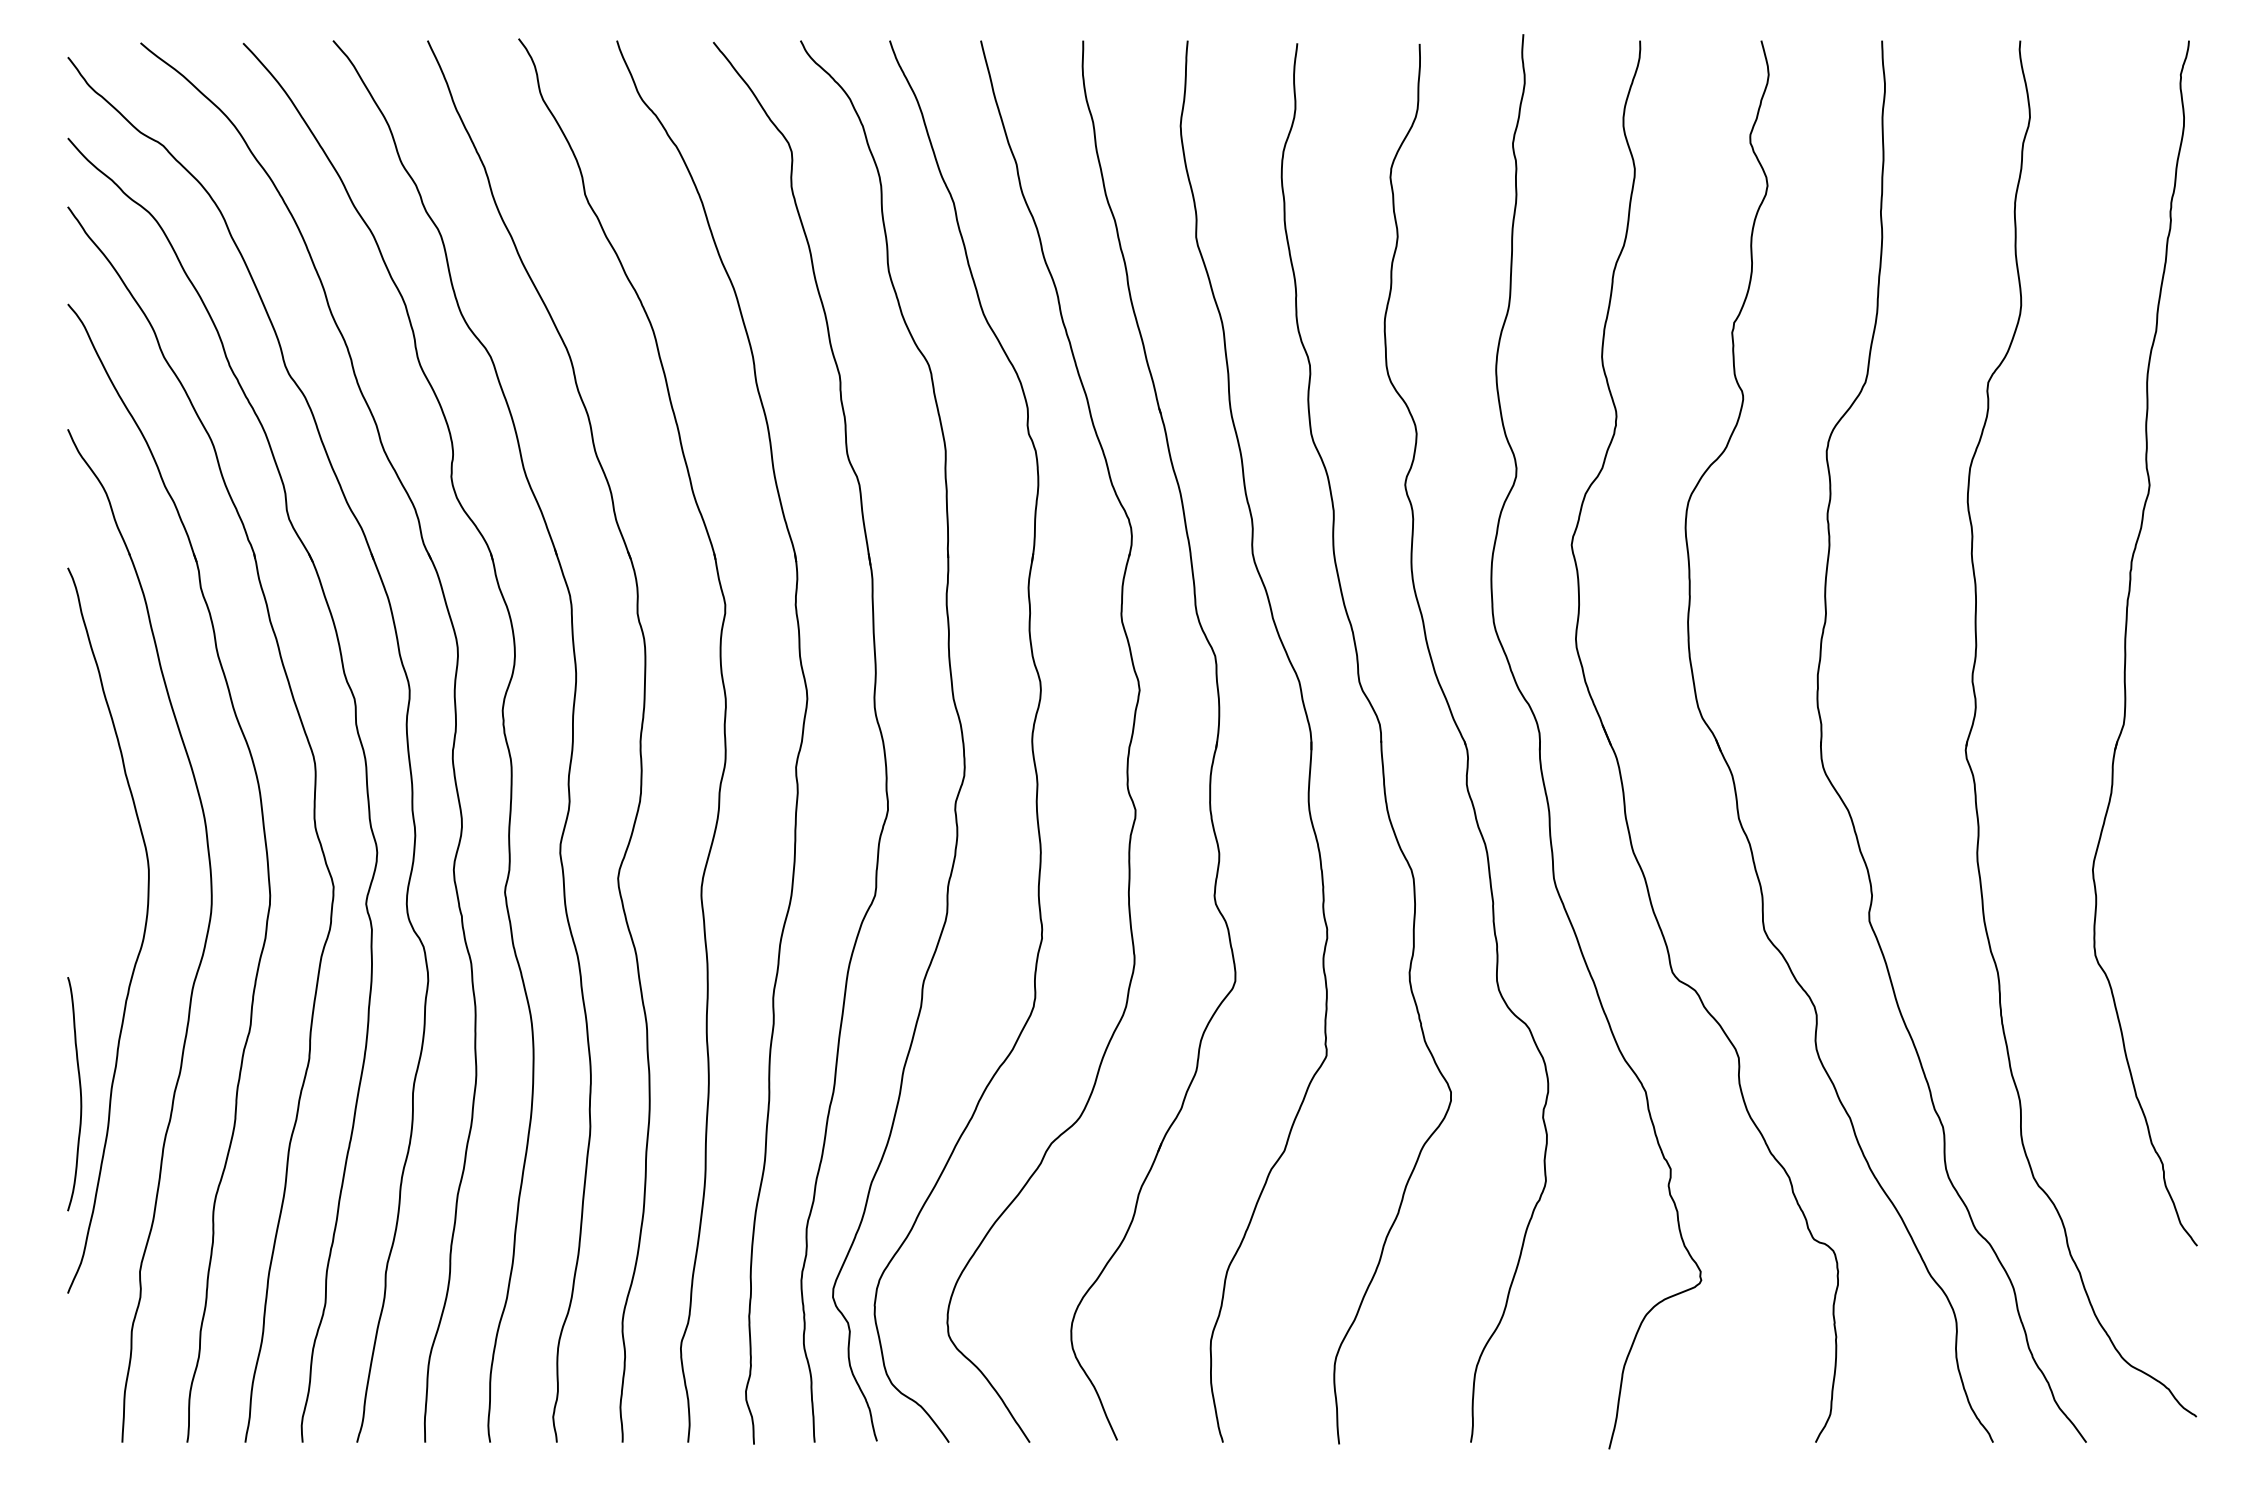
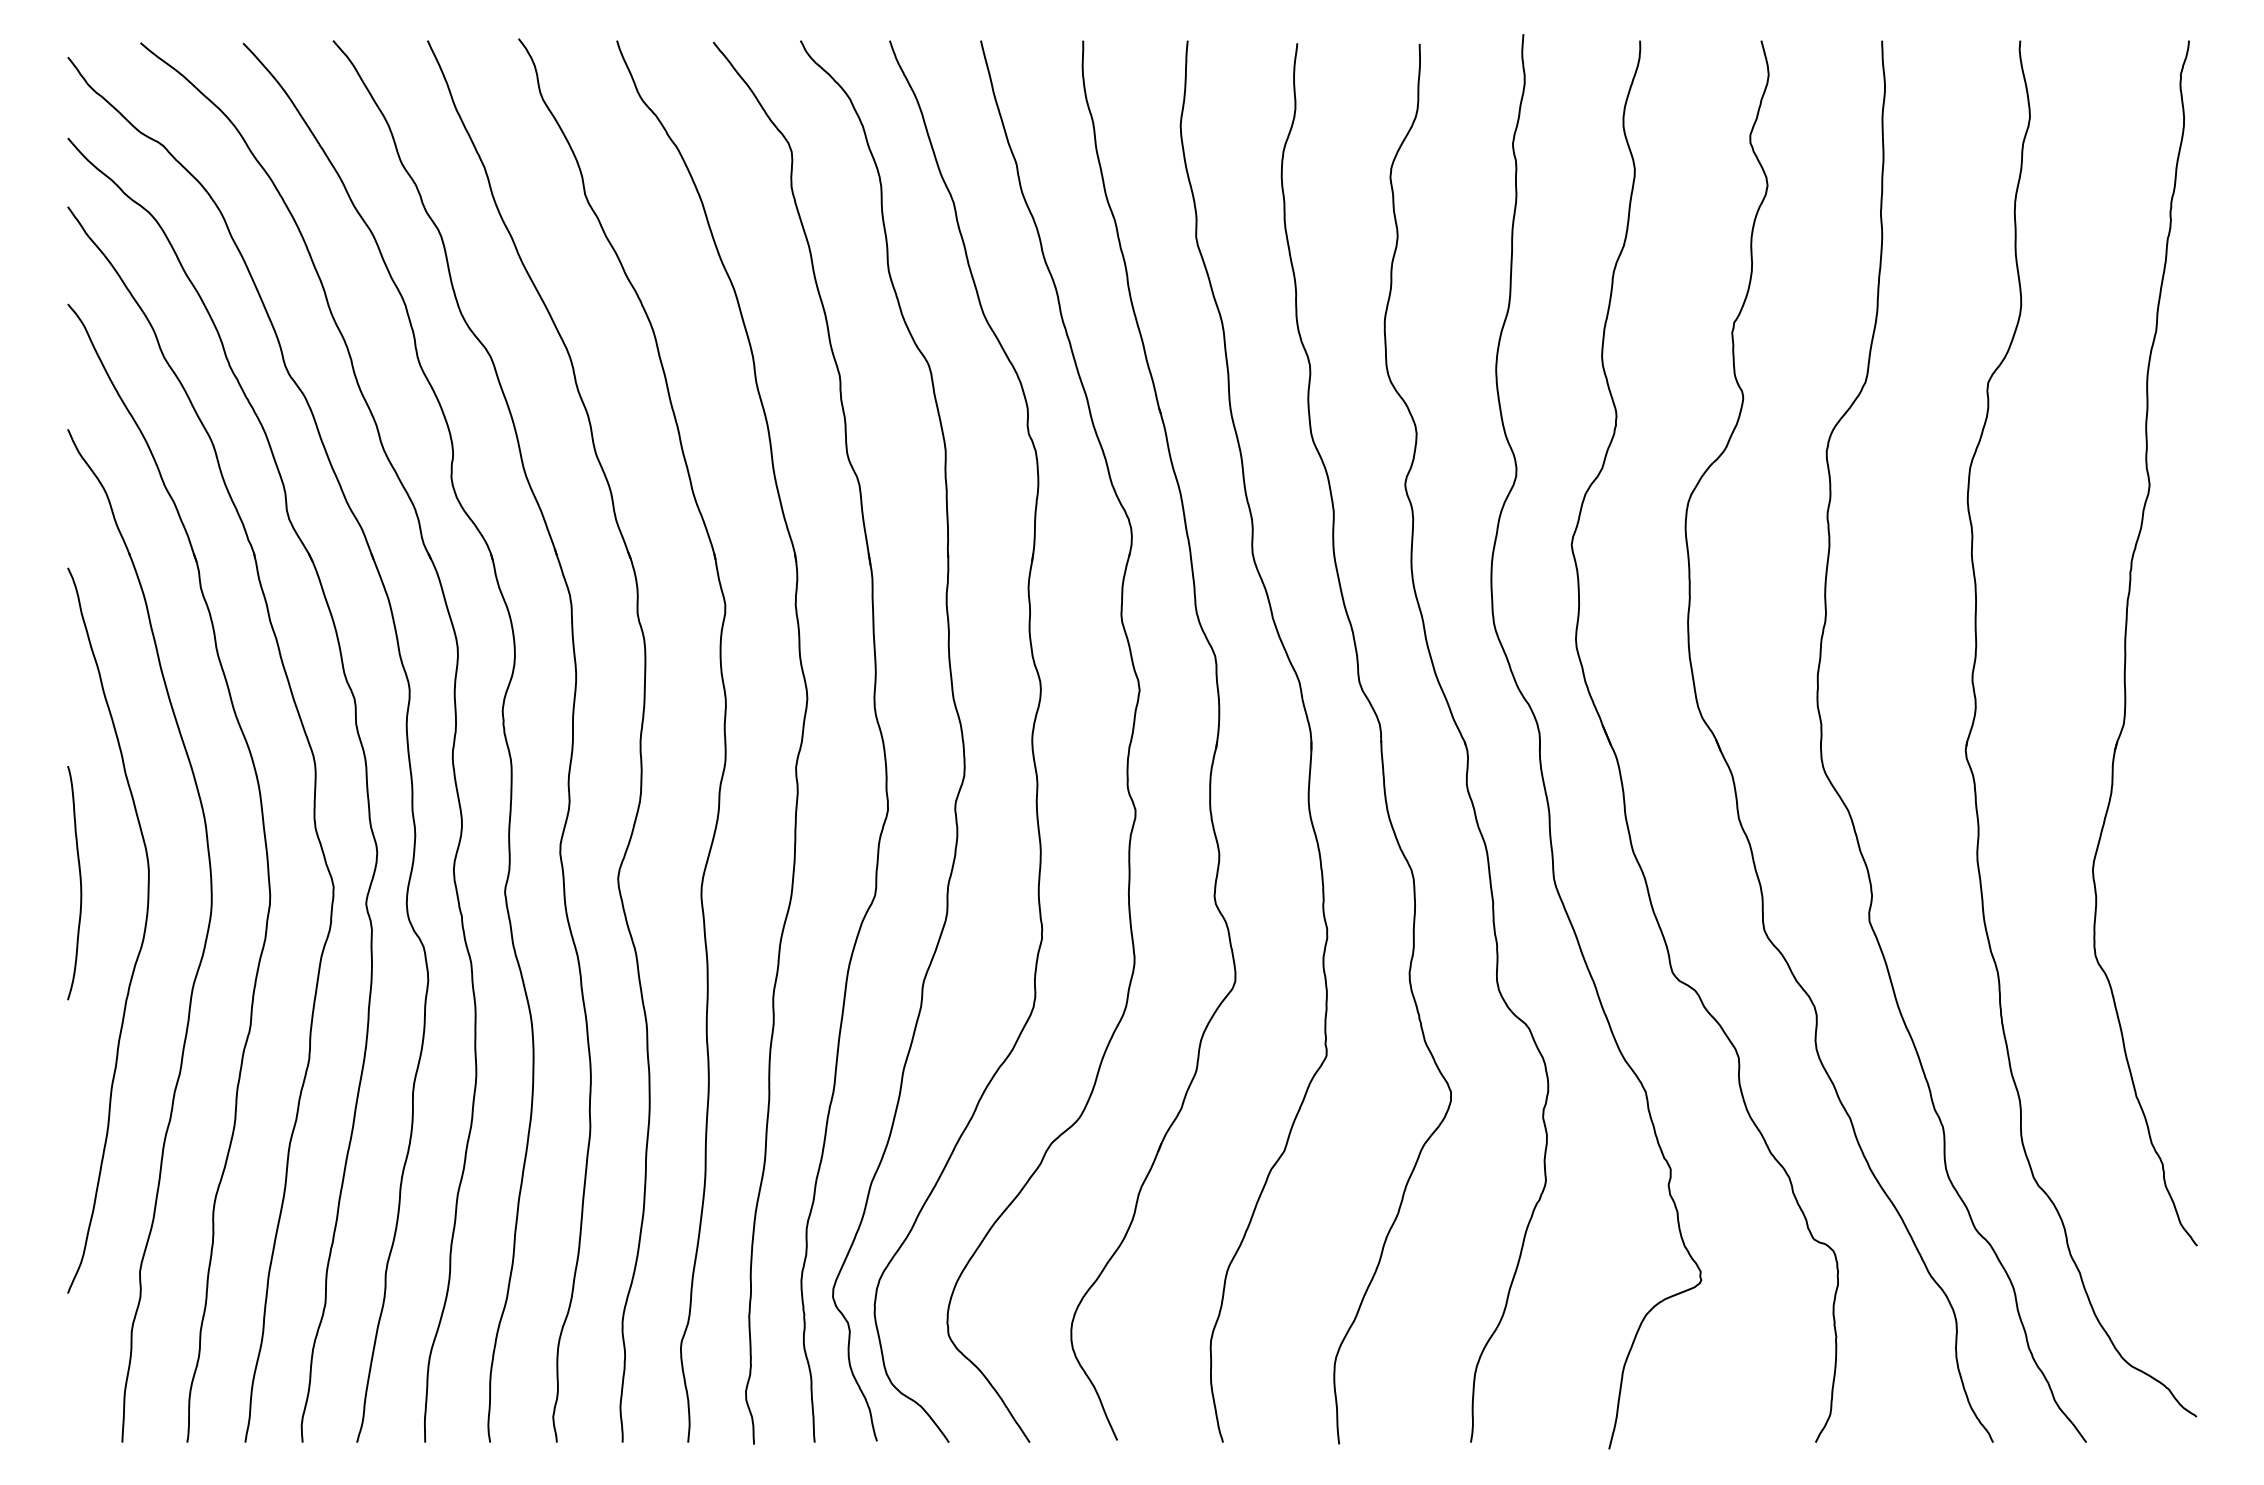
curve at (79, 1091) position: (79, 1091) -> (79, 880)
